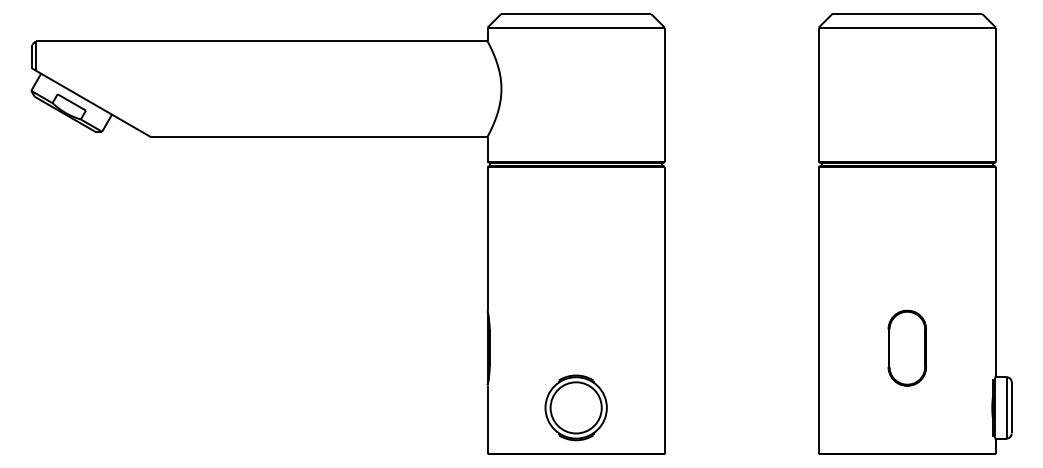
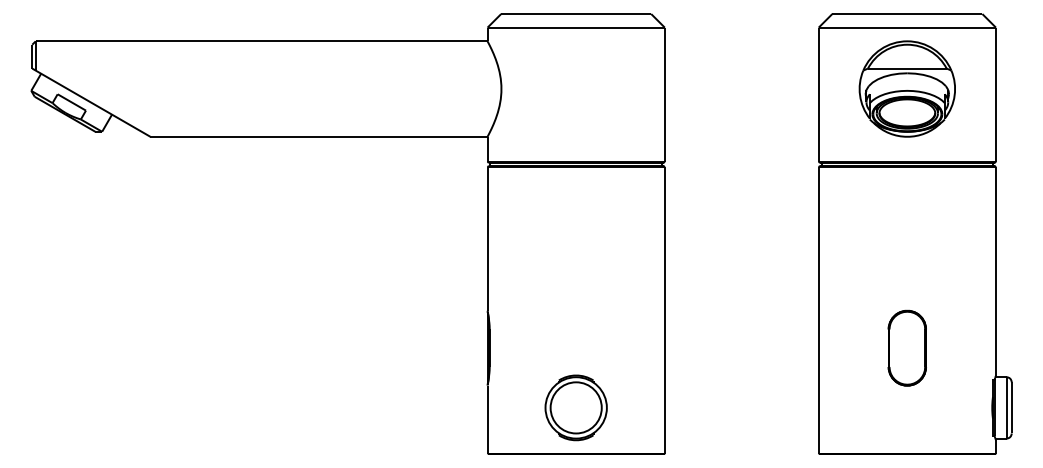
part at (906, 88): none -> present
